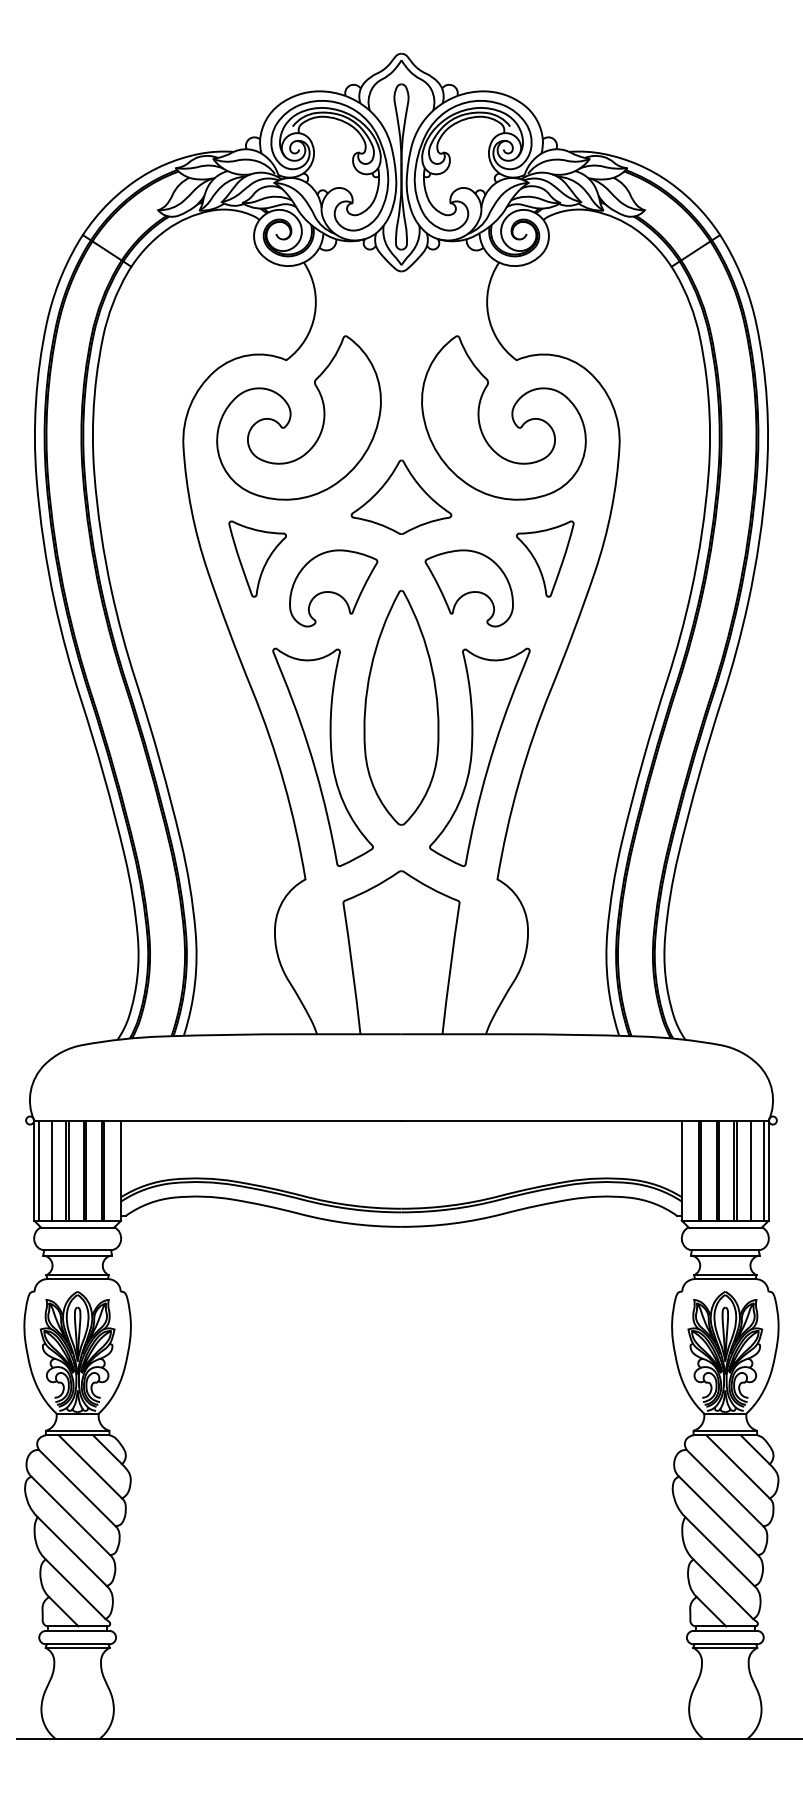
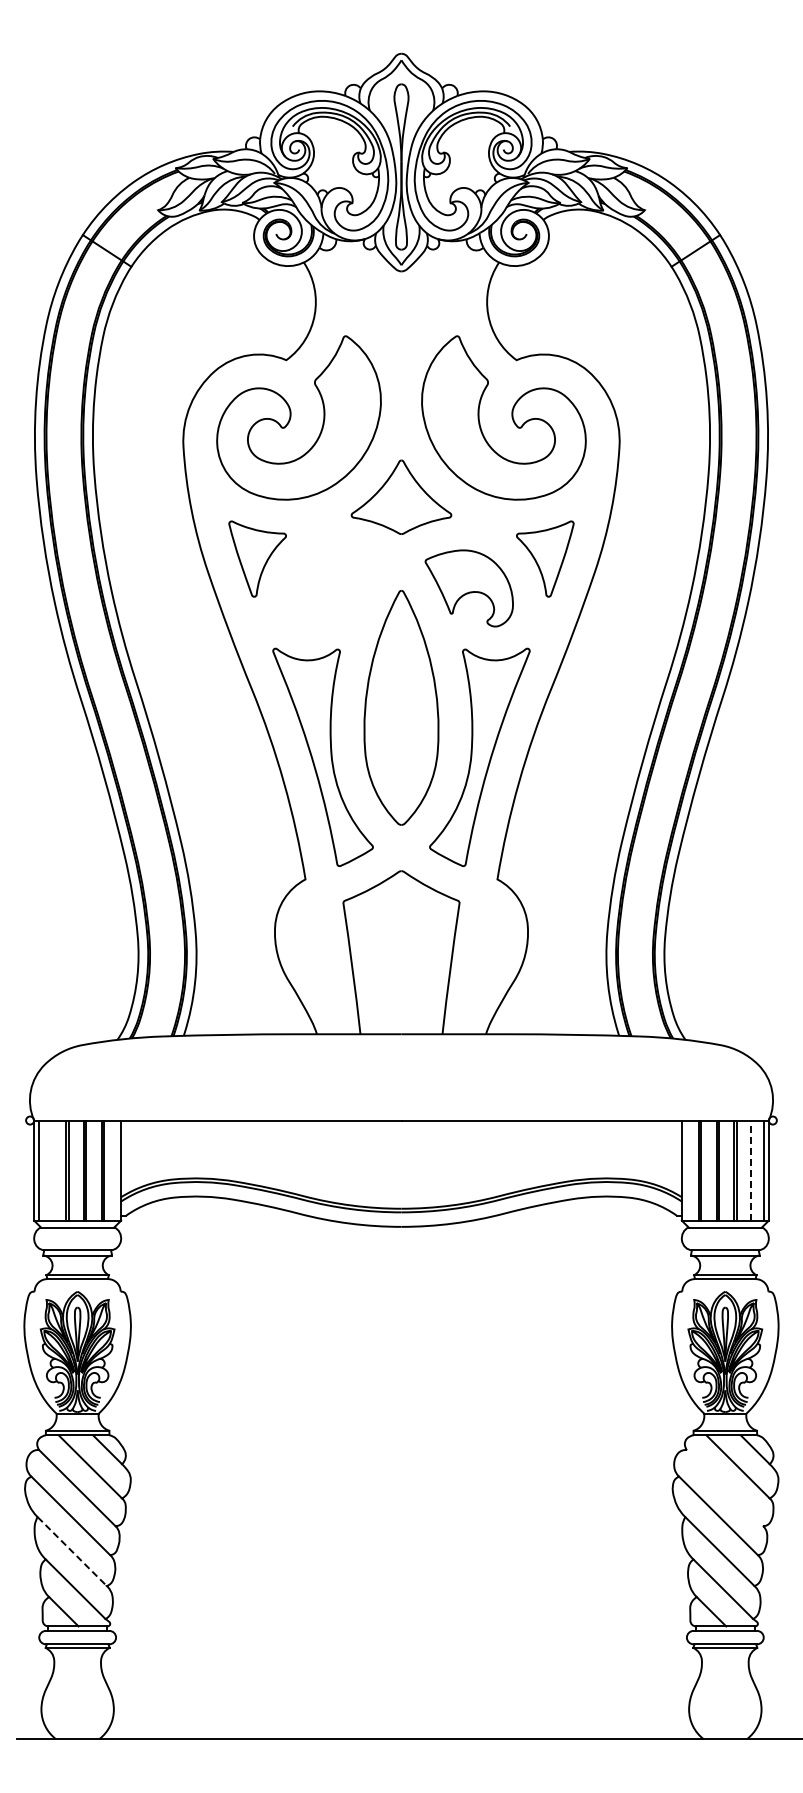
part at (333, 588): present -> none
line at (51, 1170): present -> none
line at (751, 1170): solid -> dashed
line at (724, 1488): present -> none
line at (72, 1551): solid -> dashed
